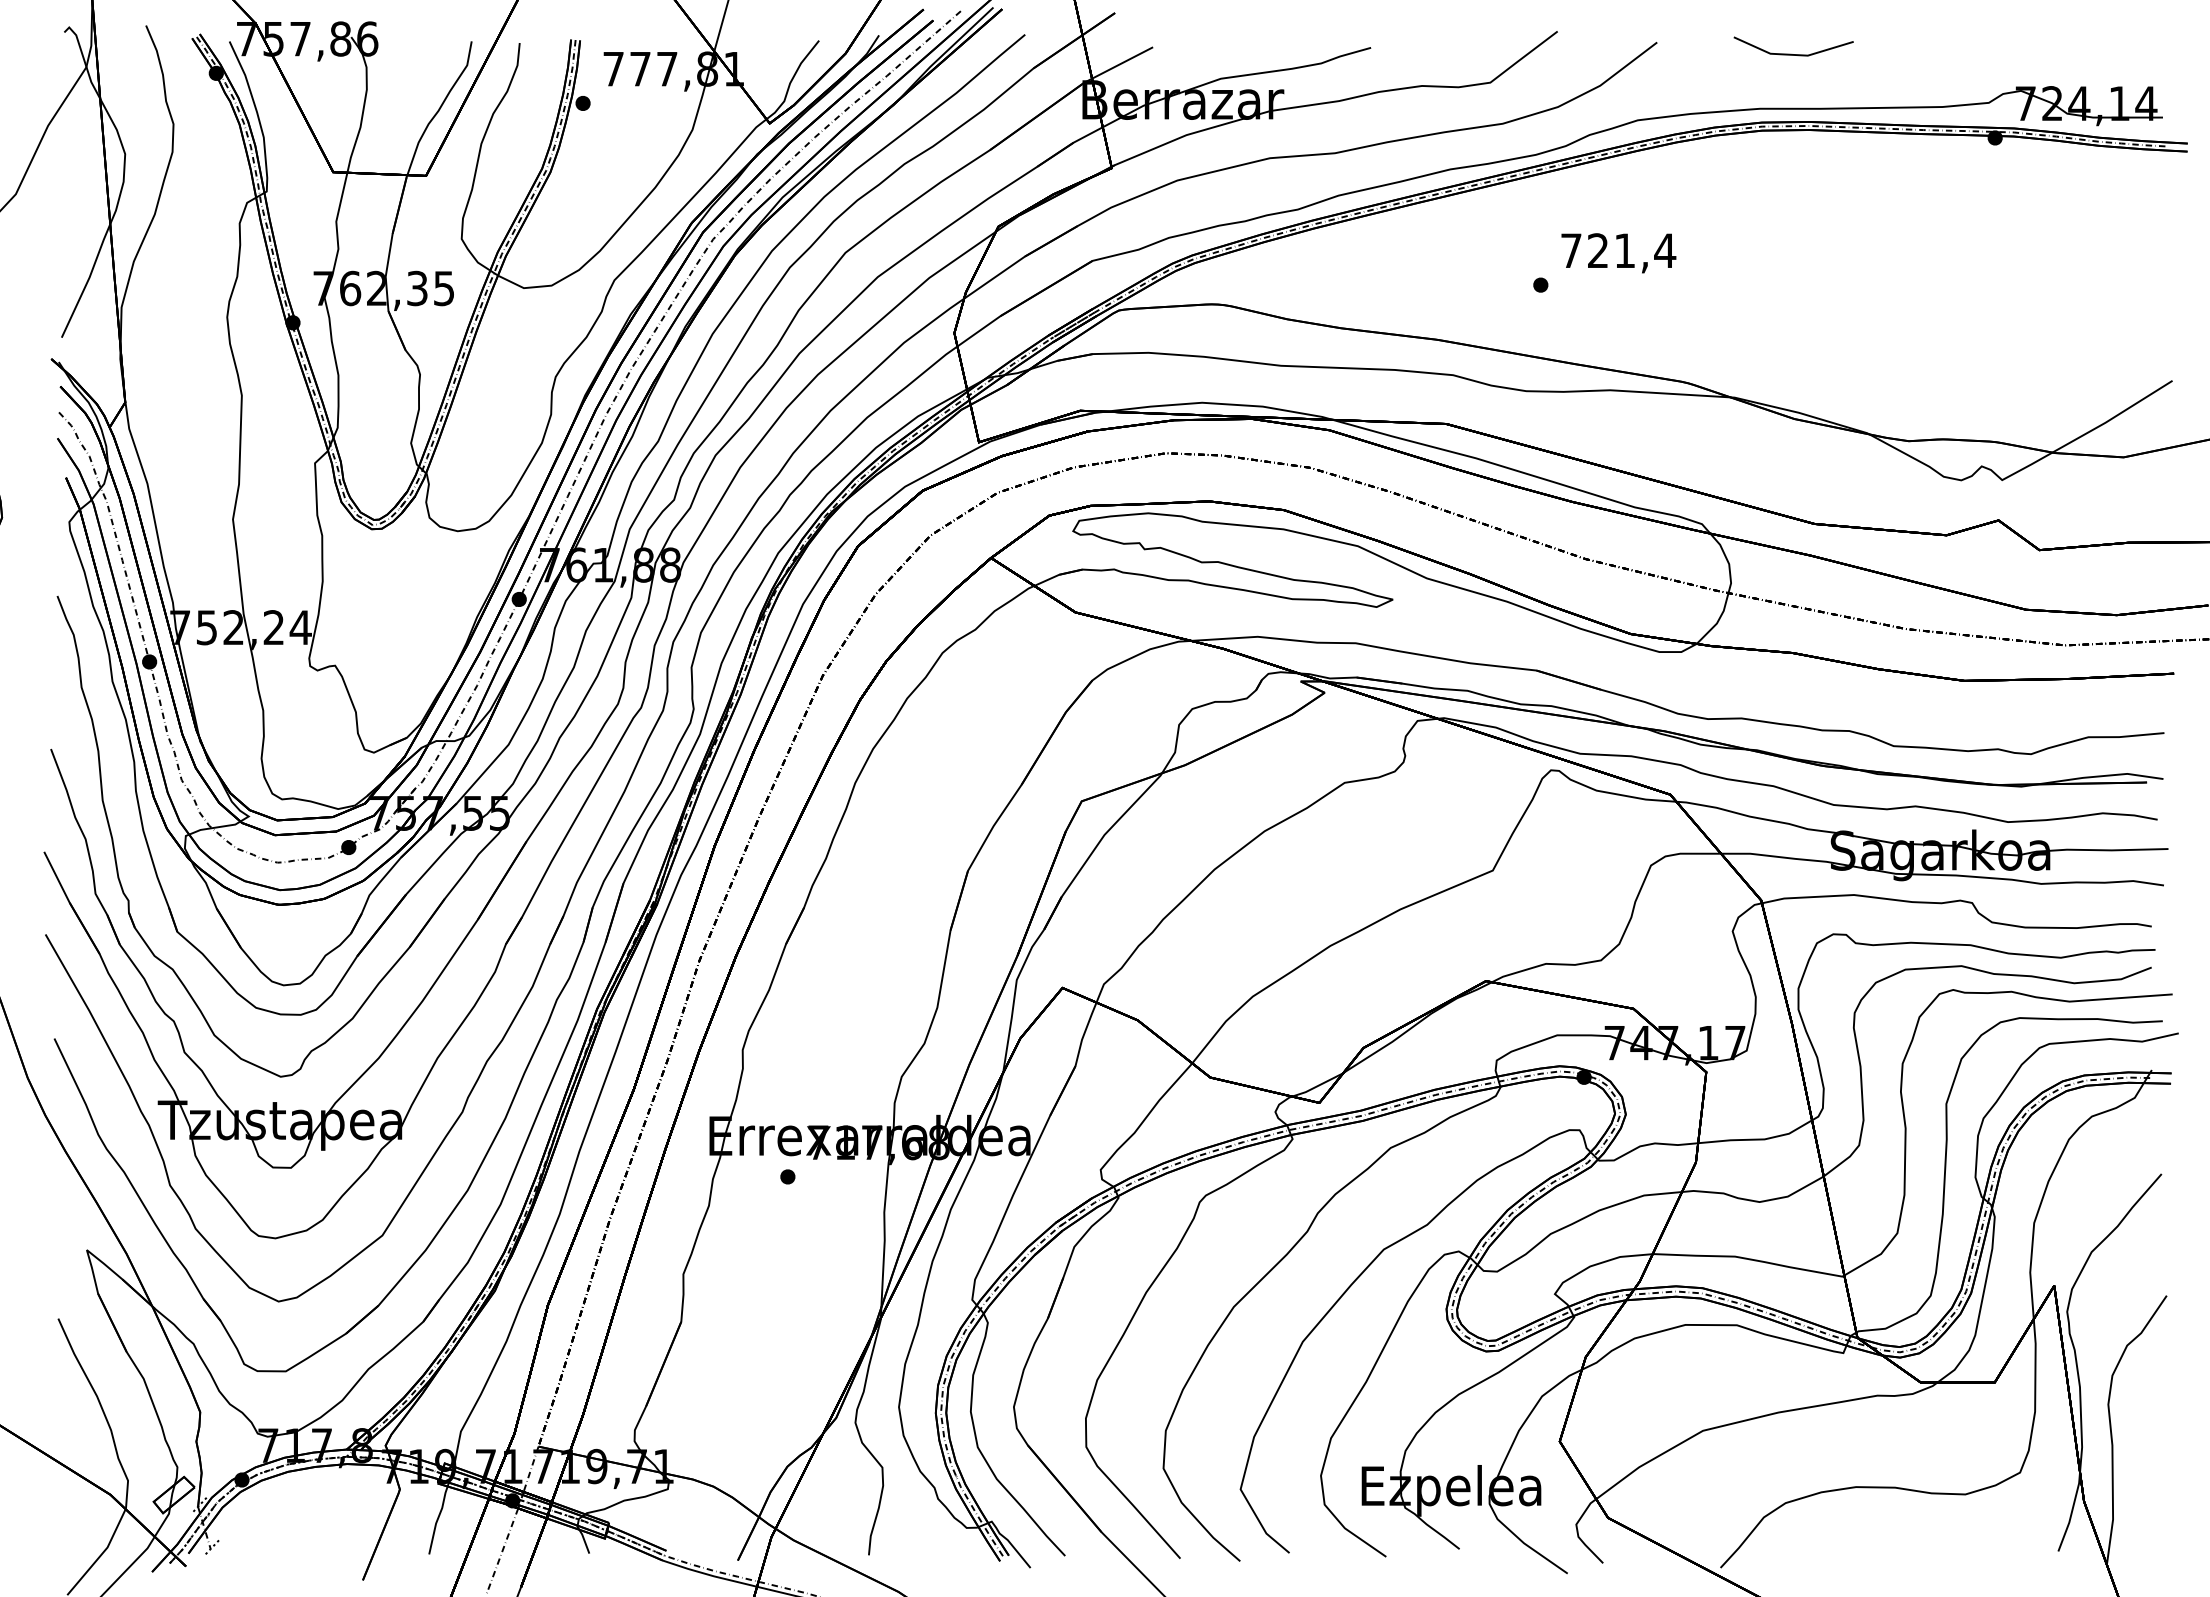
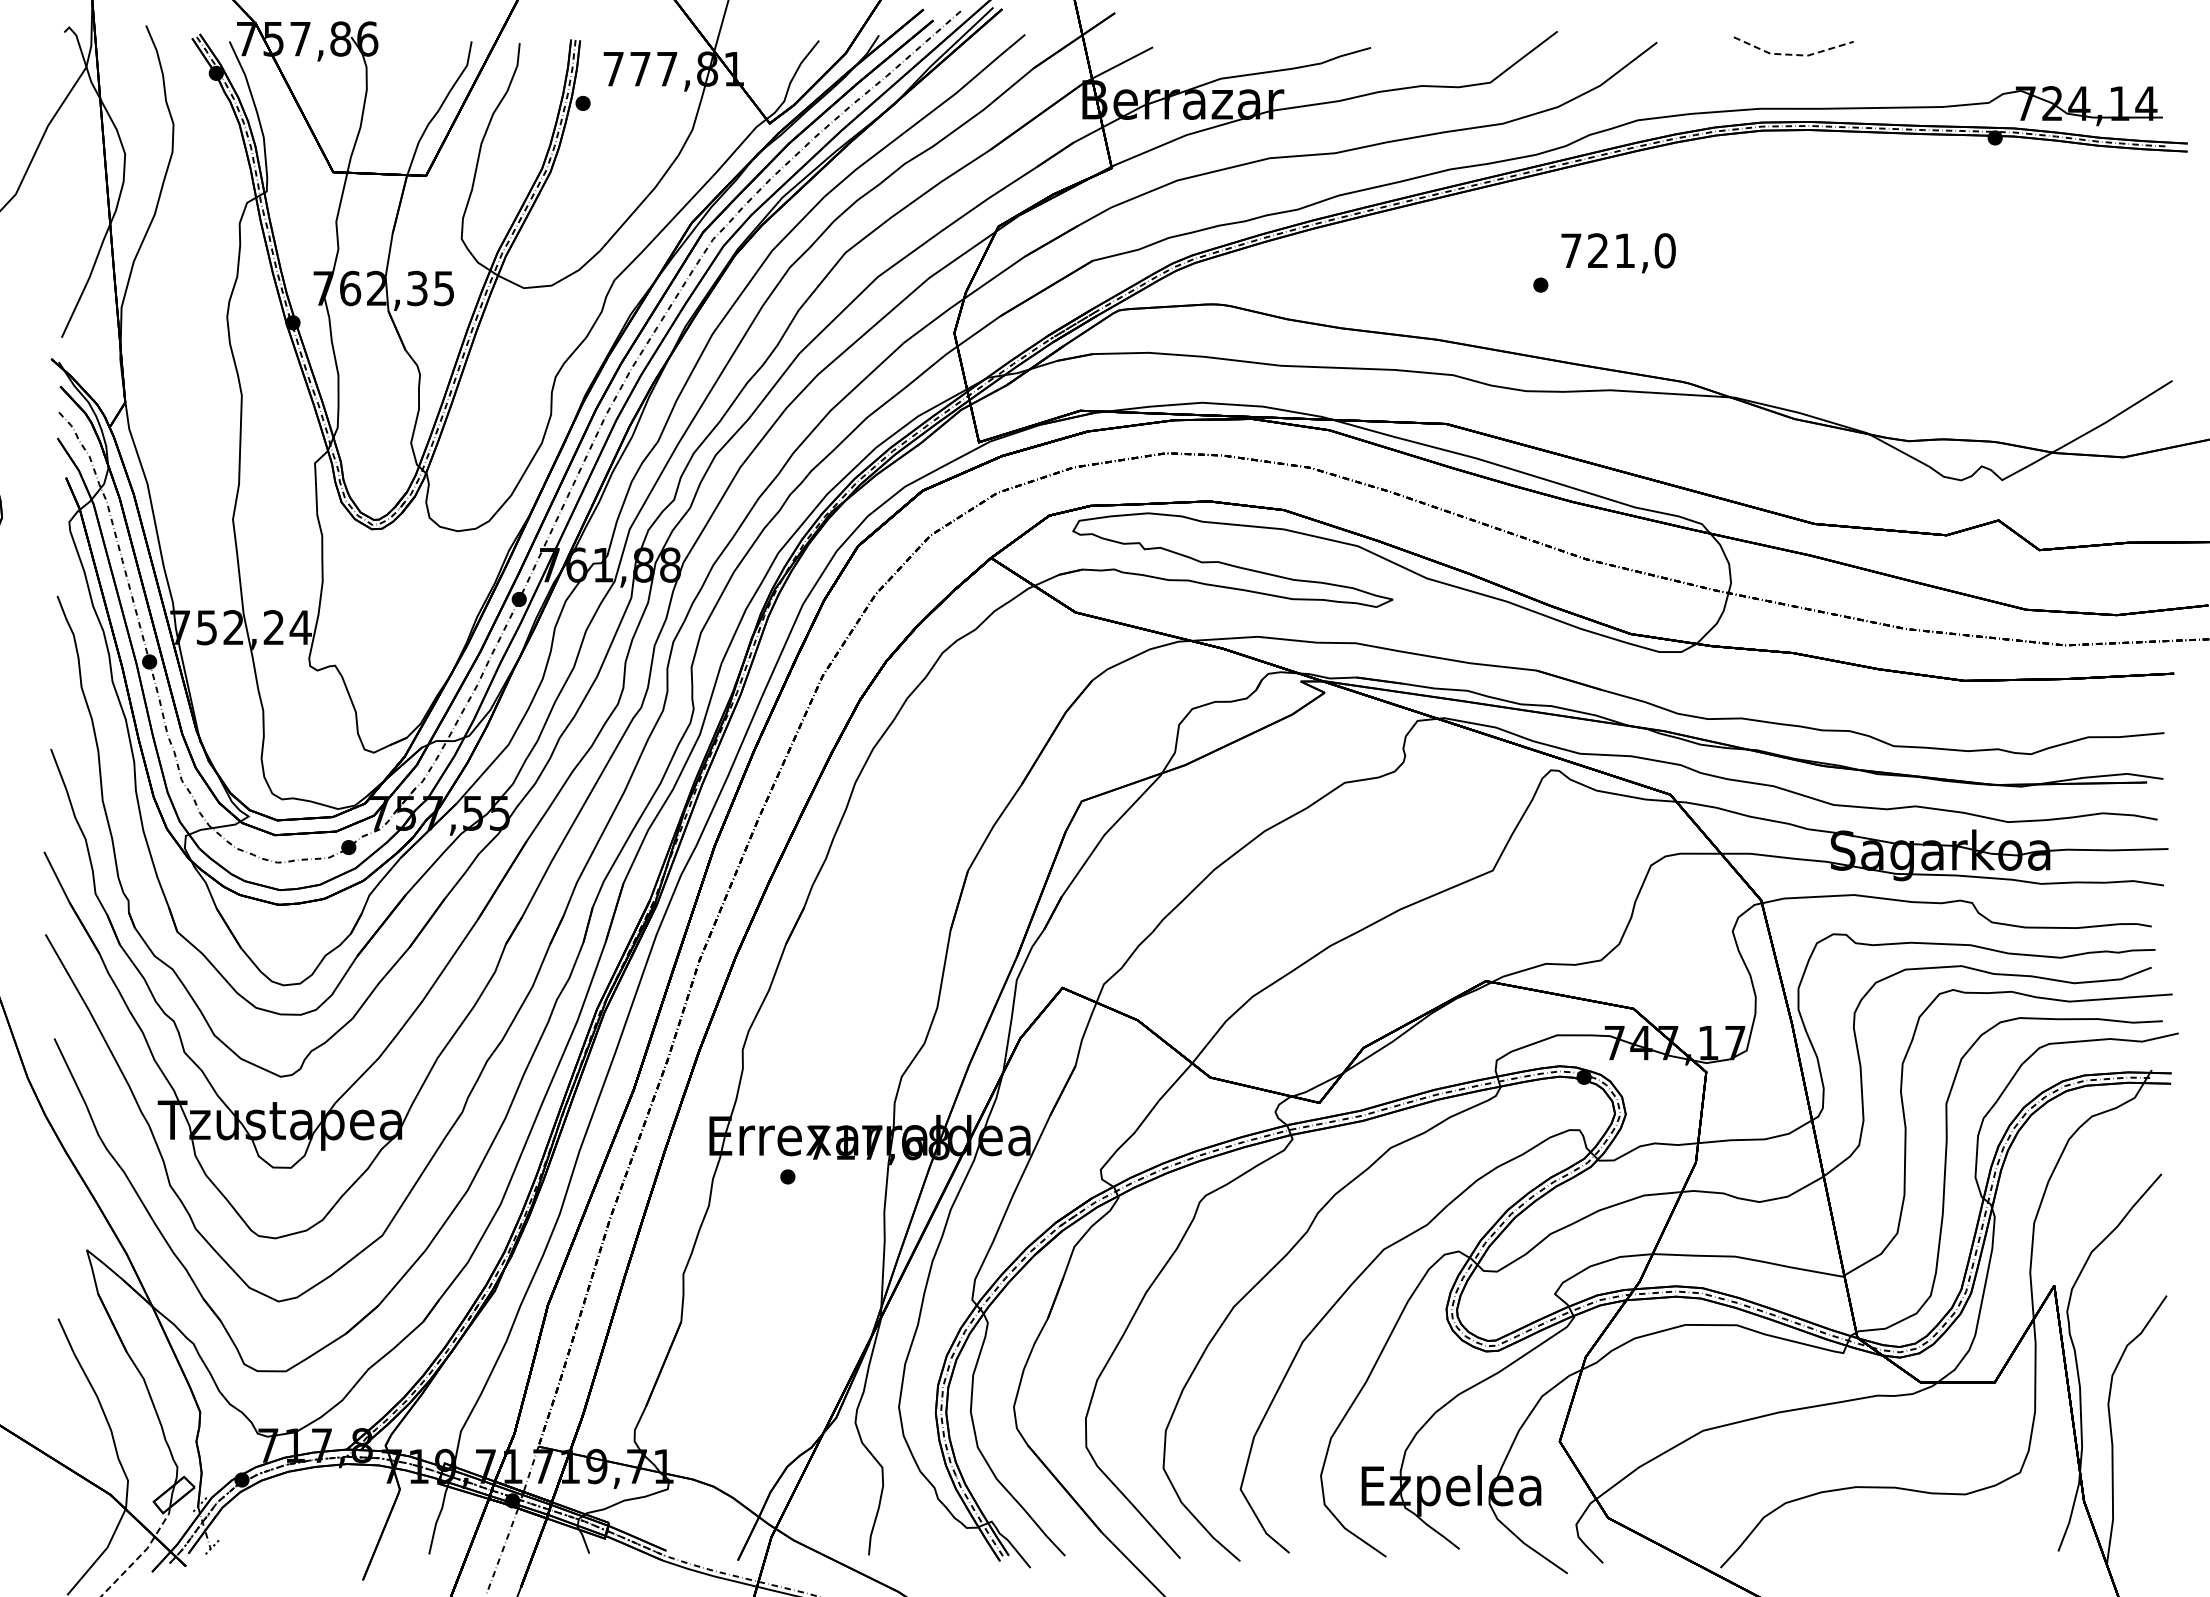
line at (1793, 54): solid -> dashed
text at (1665, 250): 721,4 -> 721,0
line at (141, 1554): solid -> dashed
